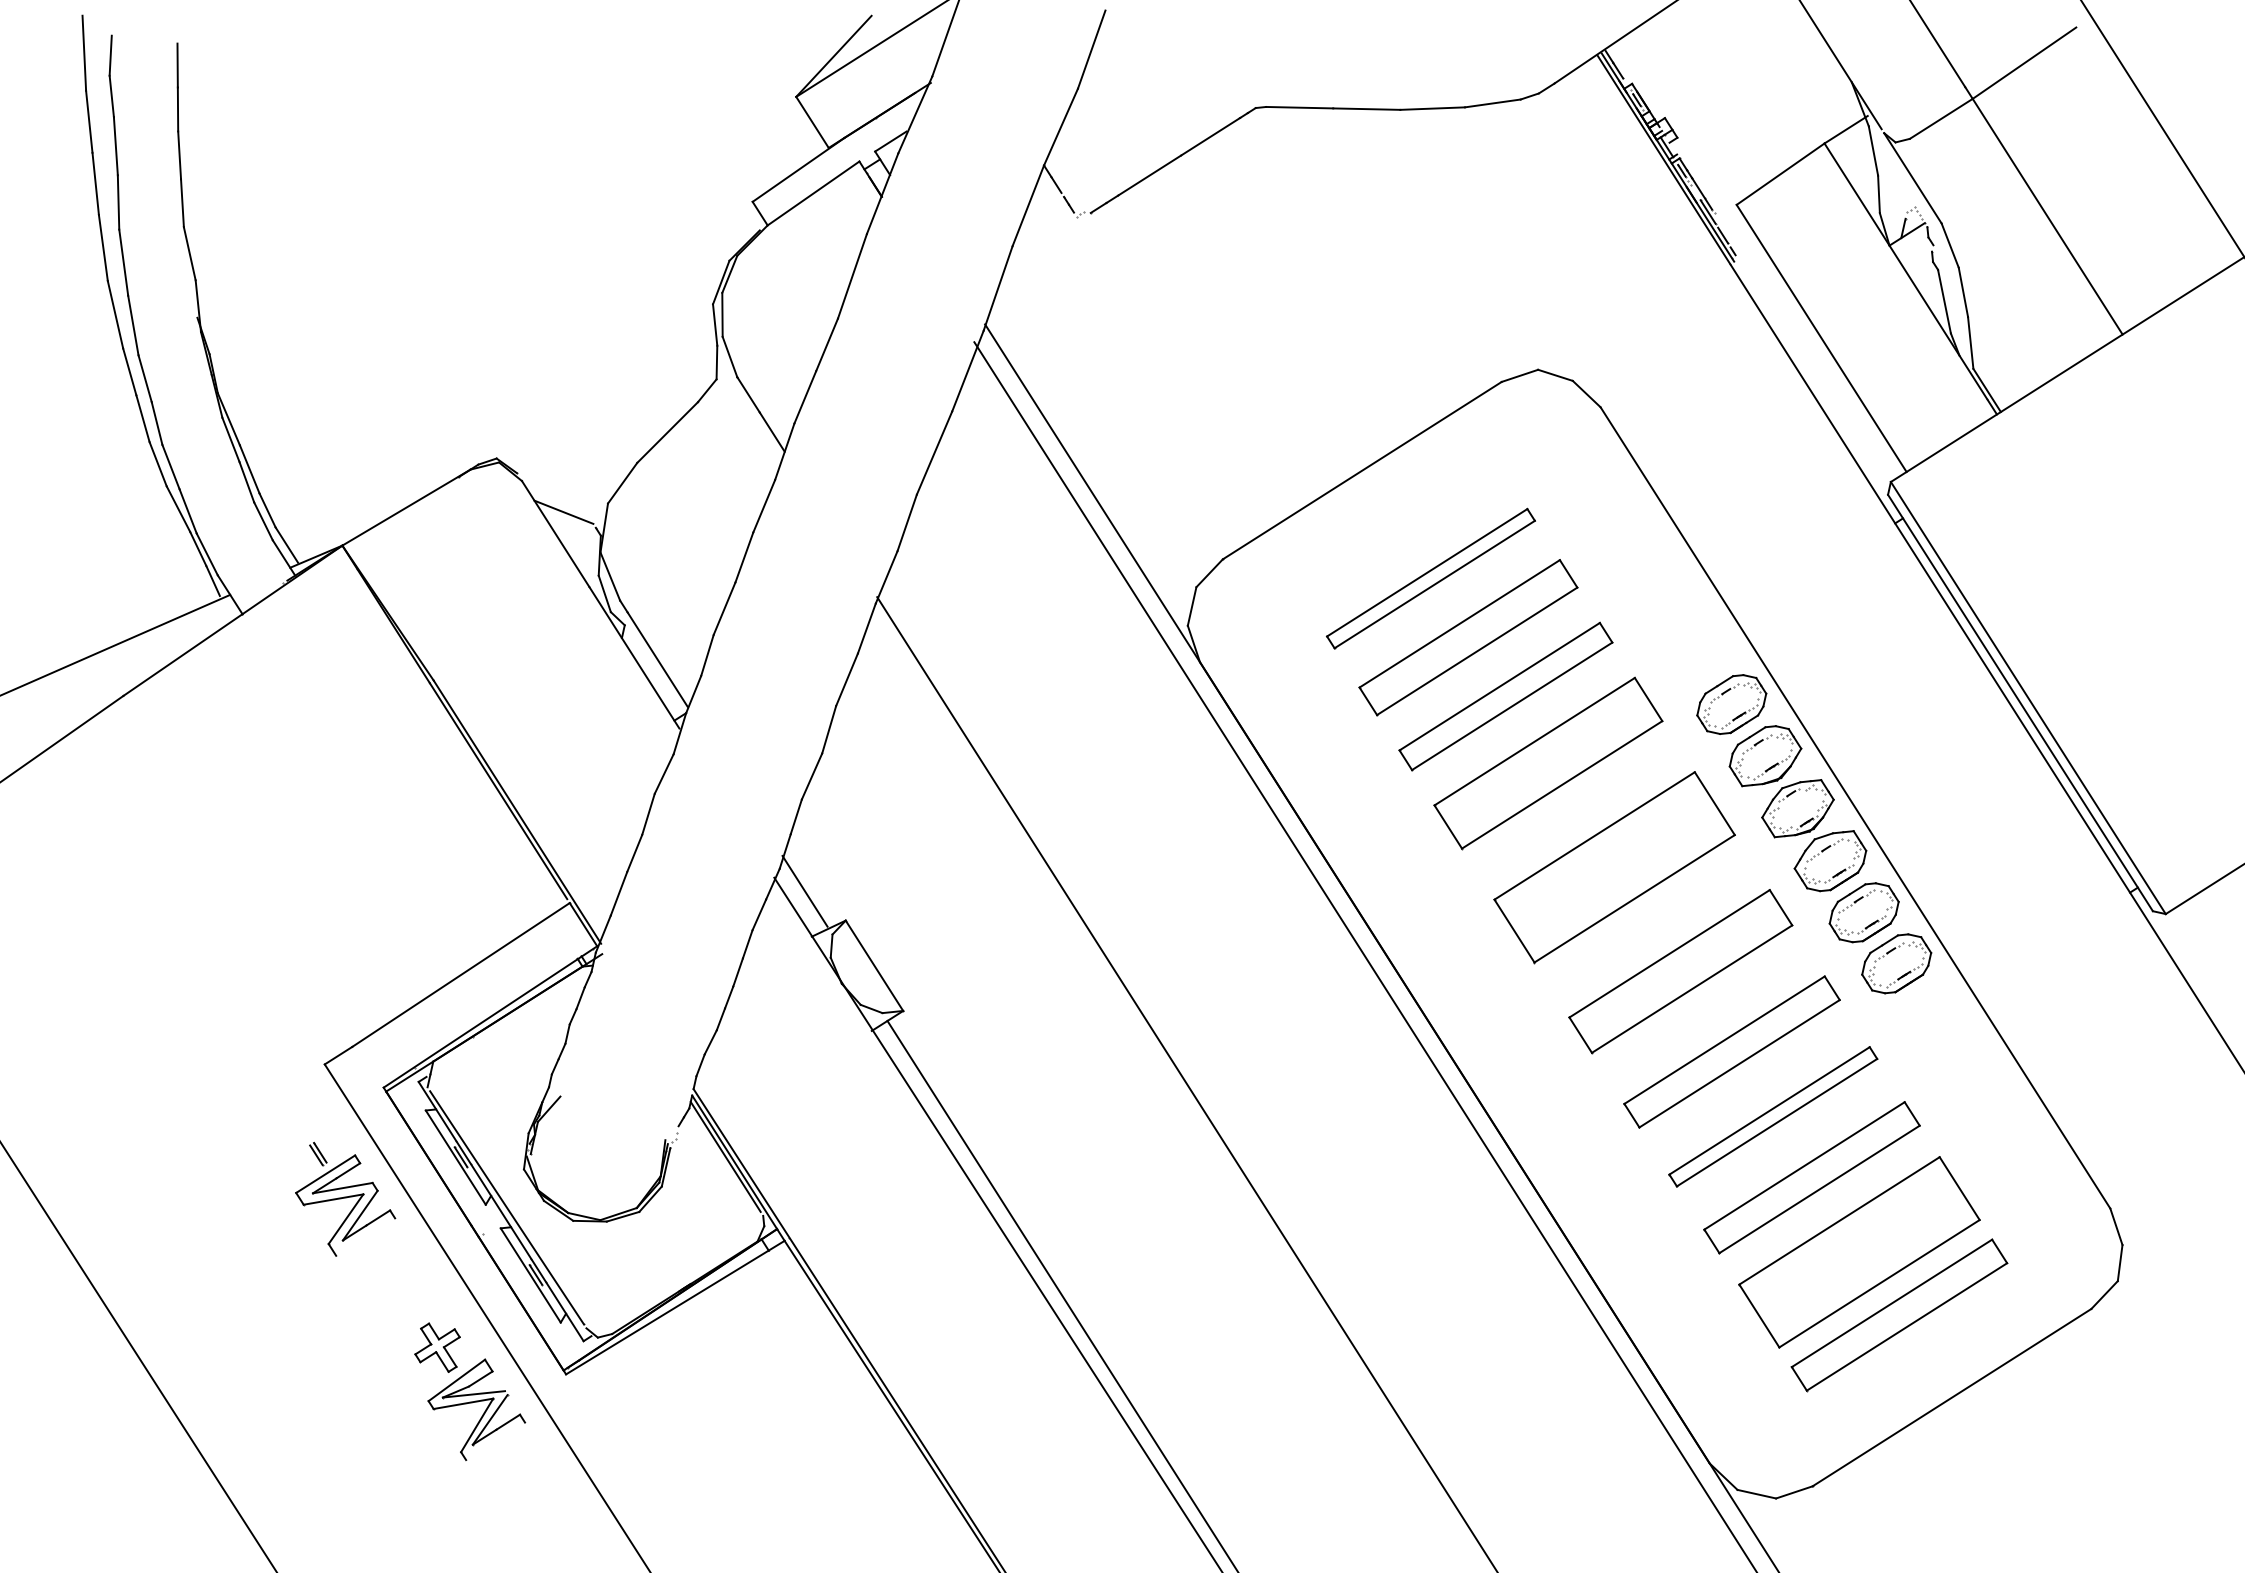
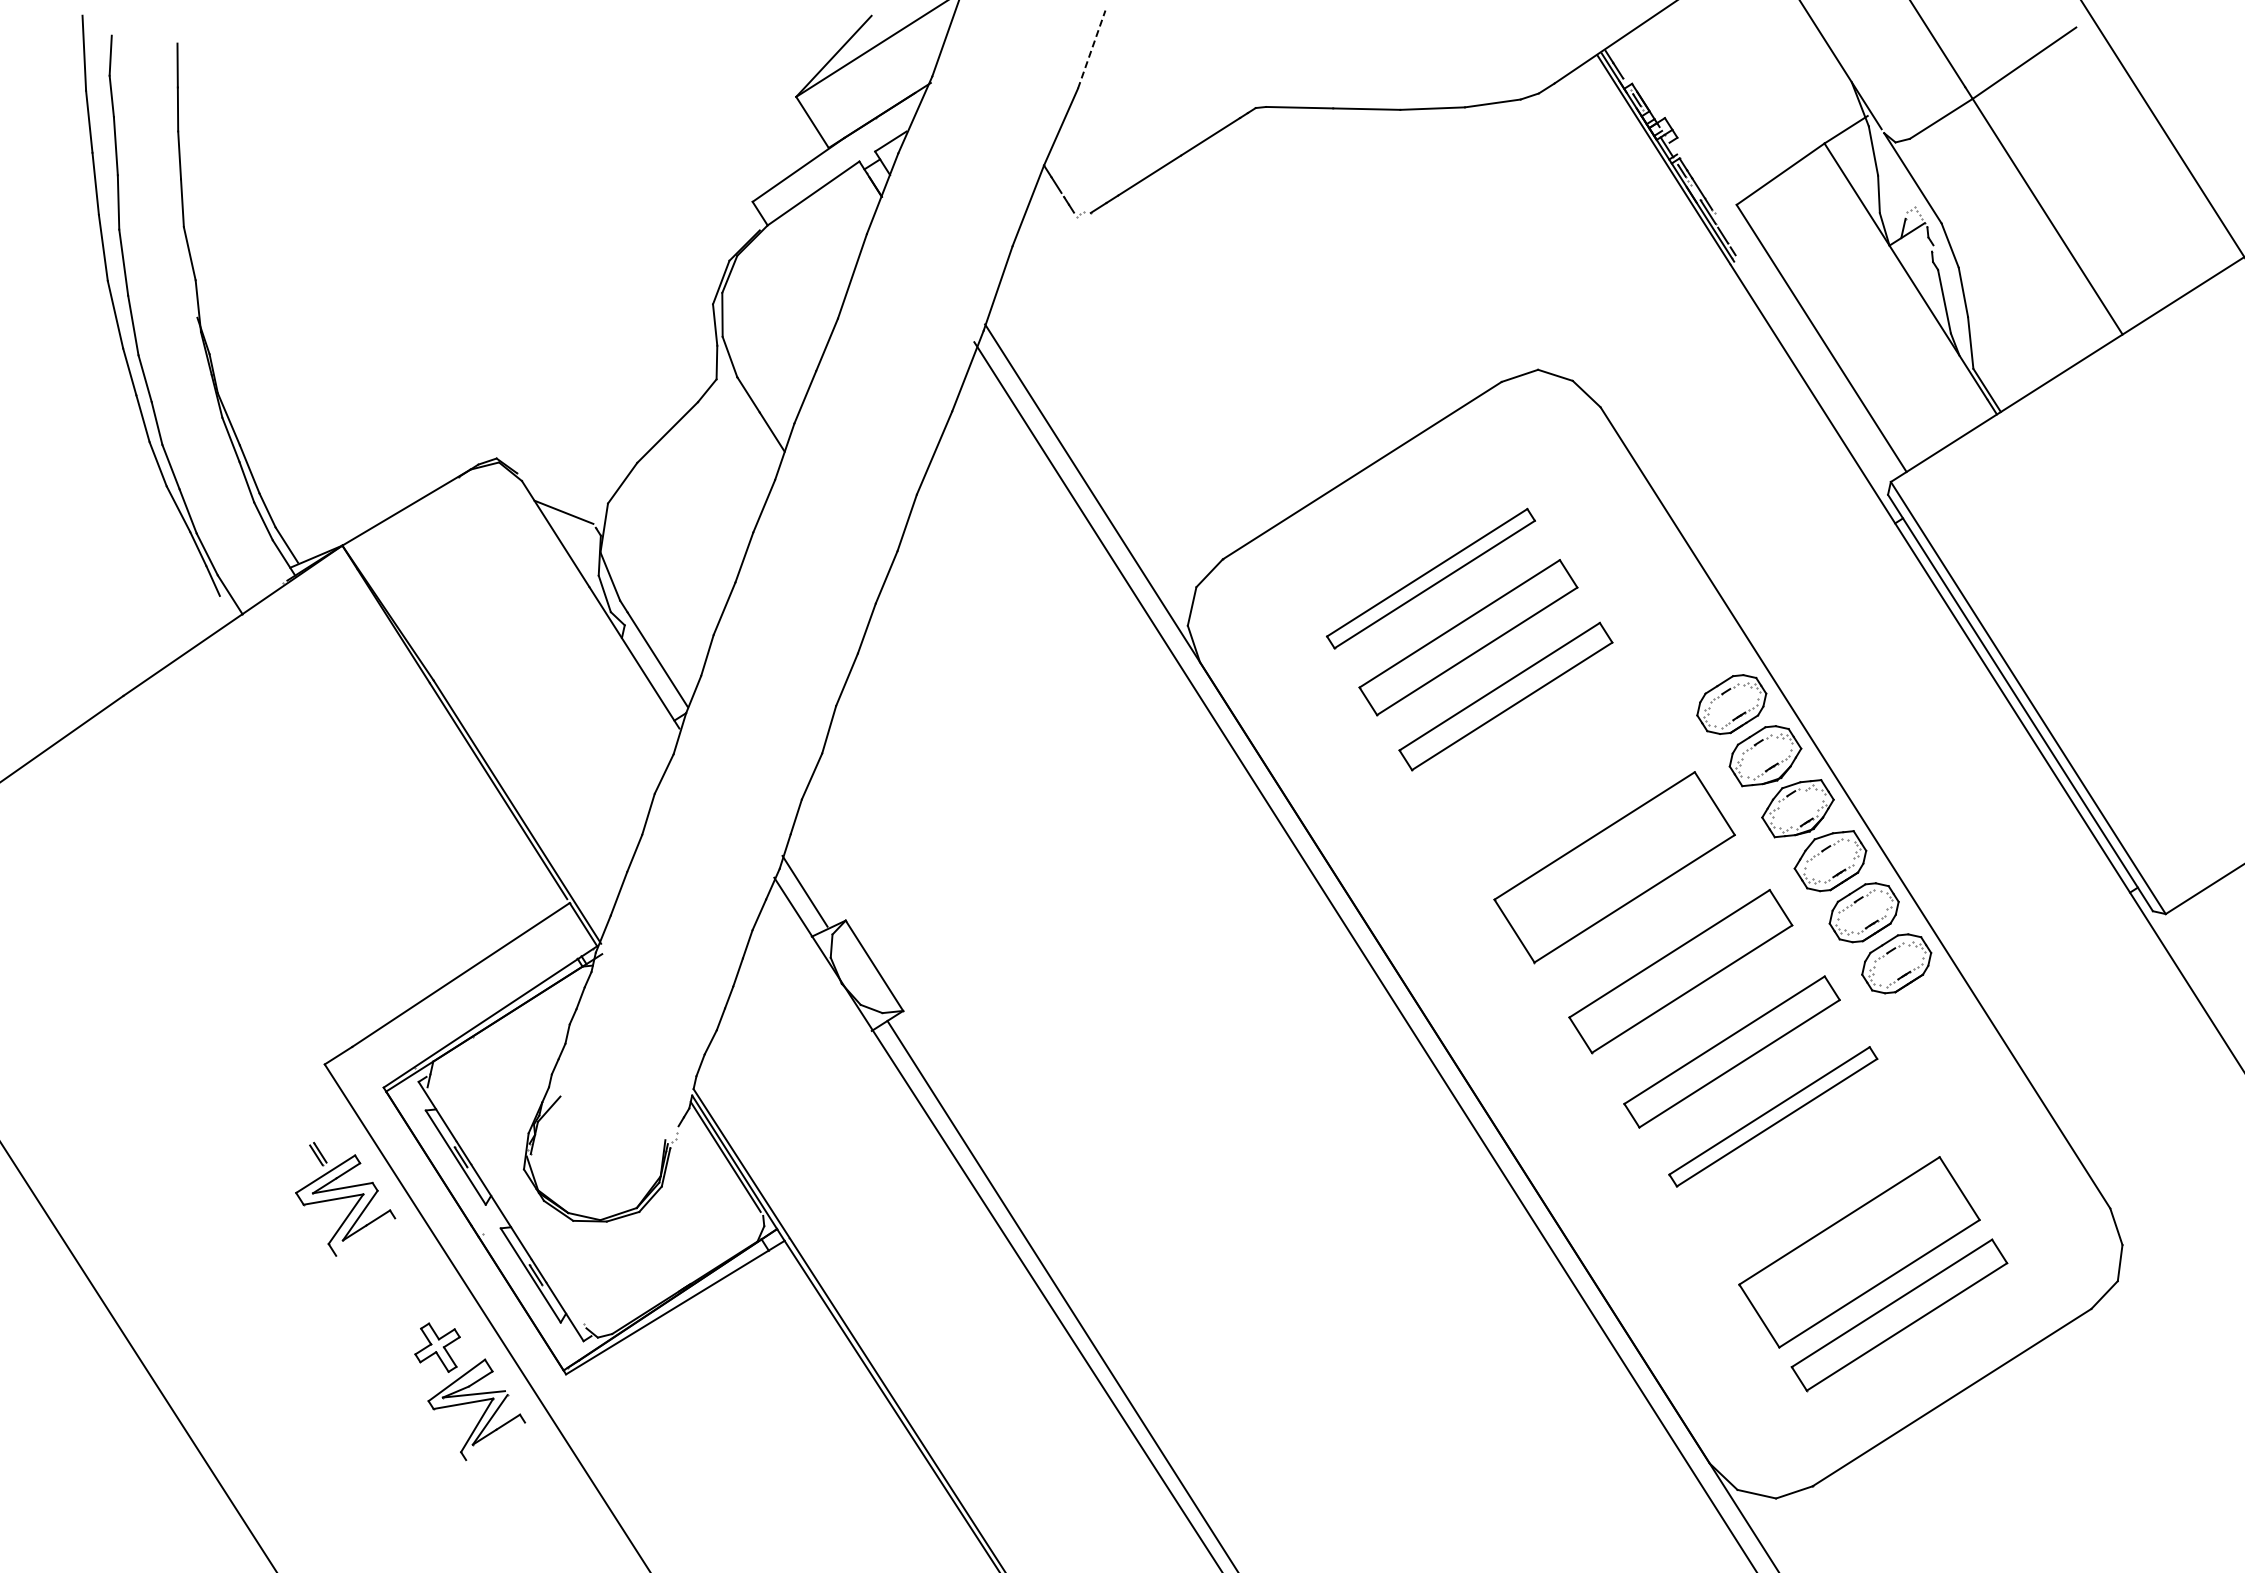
line at (1091, 49): solid -> dashed
line at (116, 644): present -> none
part at (1548, 763): present -> none
line at (1186, 1083): present -> none
part at (1811, 1177): present -> none
line at (506, 1207): present -> none
